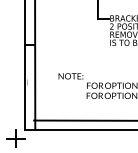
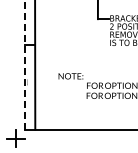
line at (25, 64): solid -> dashed
line at (84, 120): present -> none
